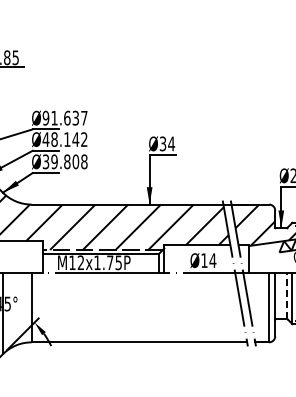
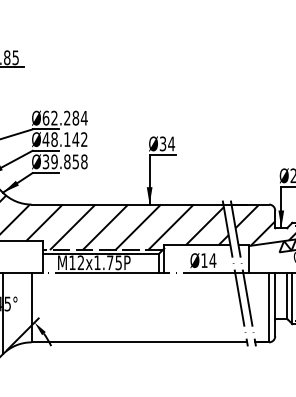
text at (64, 117): Ø91.637 -> Ø62.284
text at (75, 161): Ø39.808 -> Ø39.858
line at (287, 296): dashed -> solid
